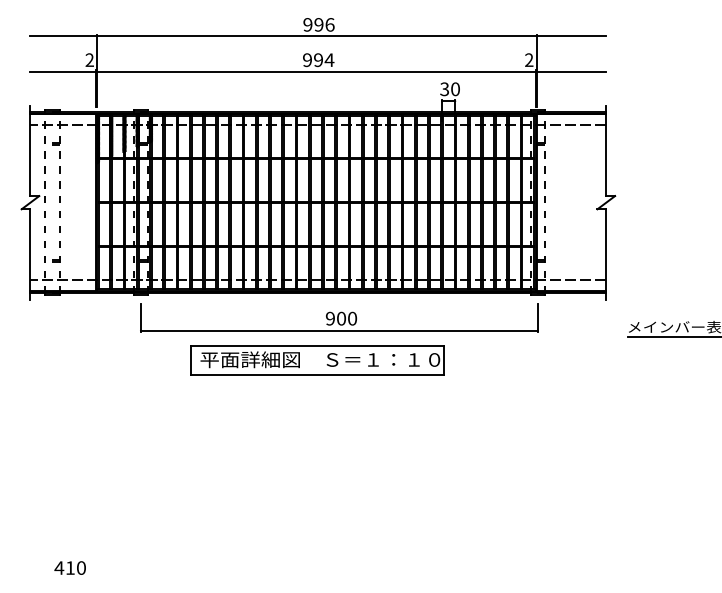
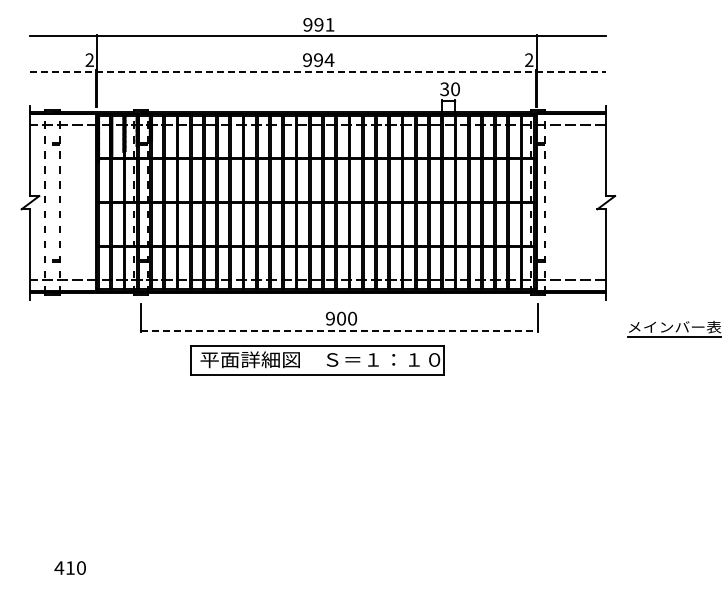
text at (329, 24): 996 -> 991
line at (318, 71): solid -> dashed
line at (339, 330): solid -> dashed
